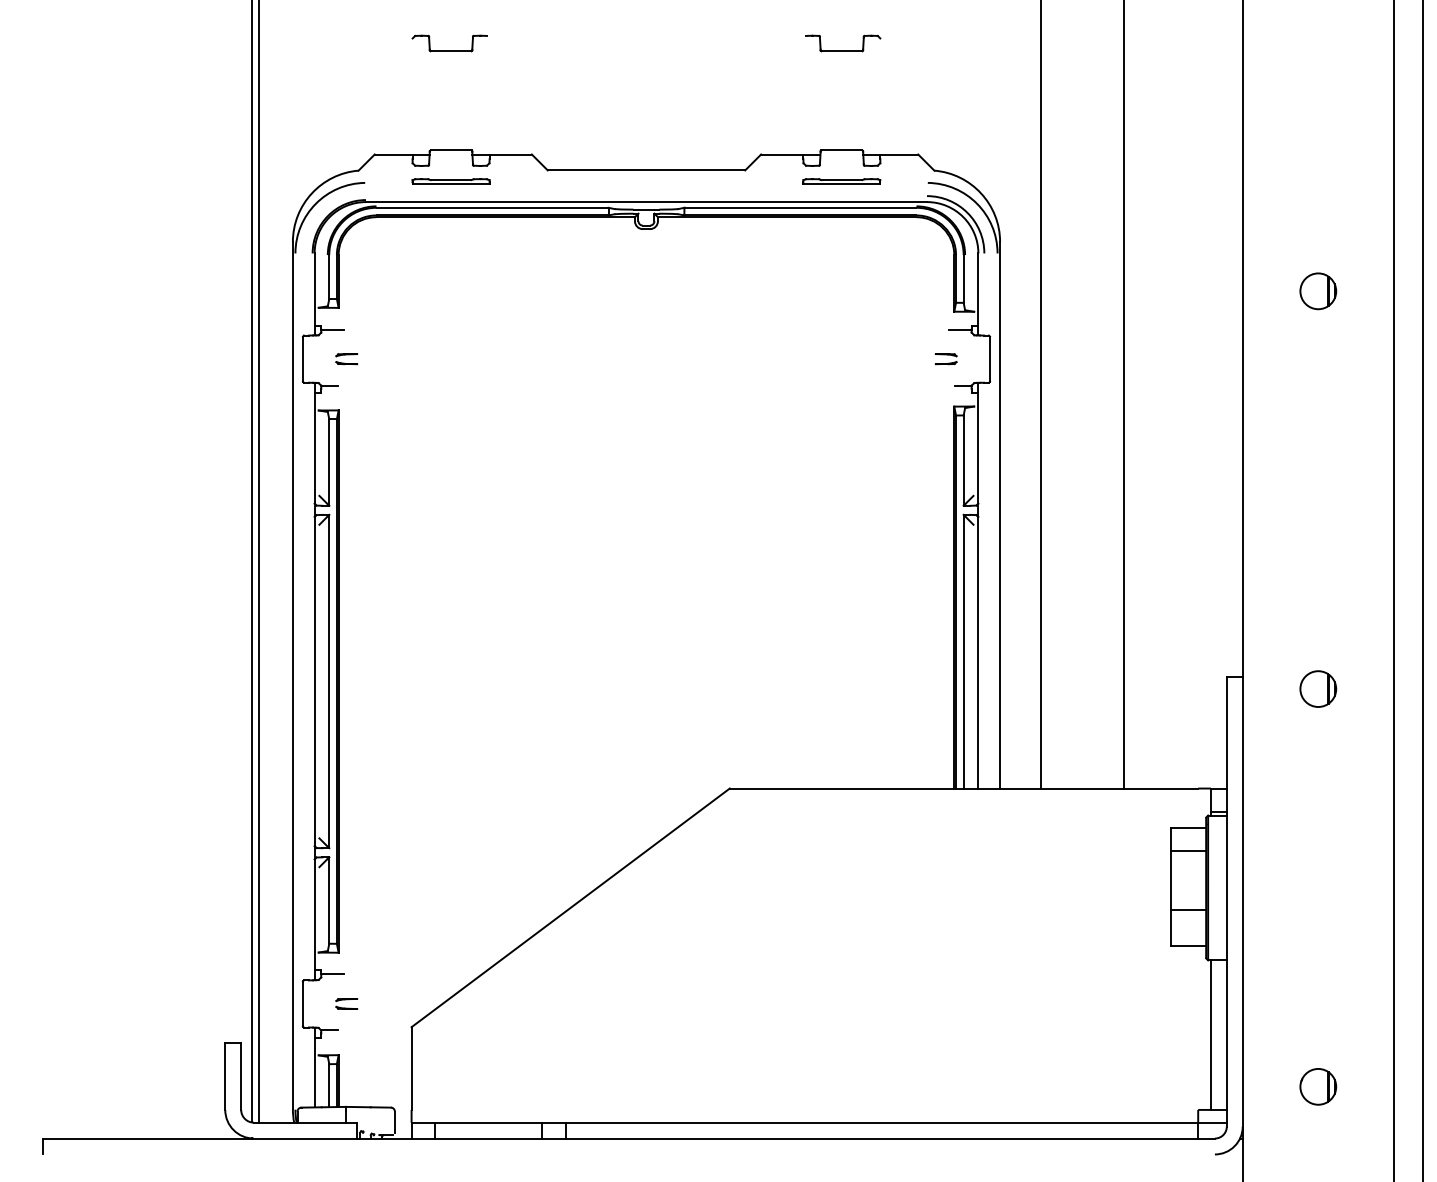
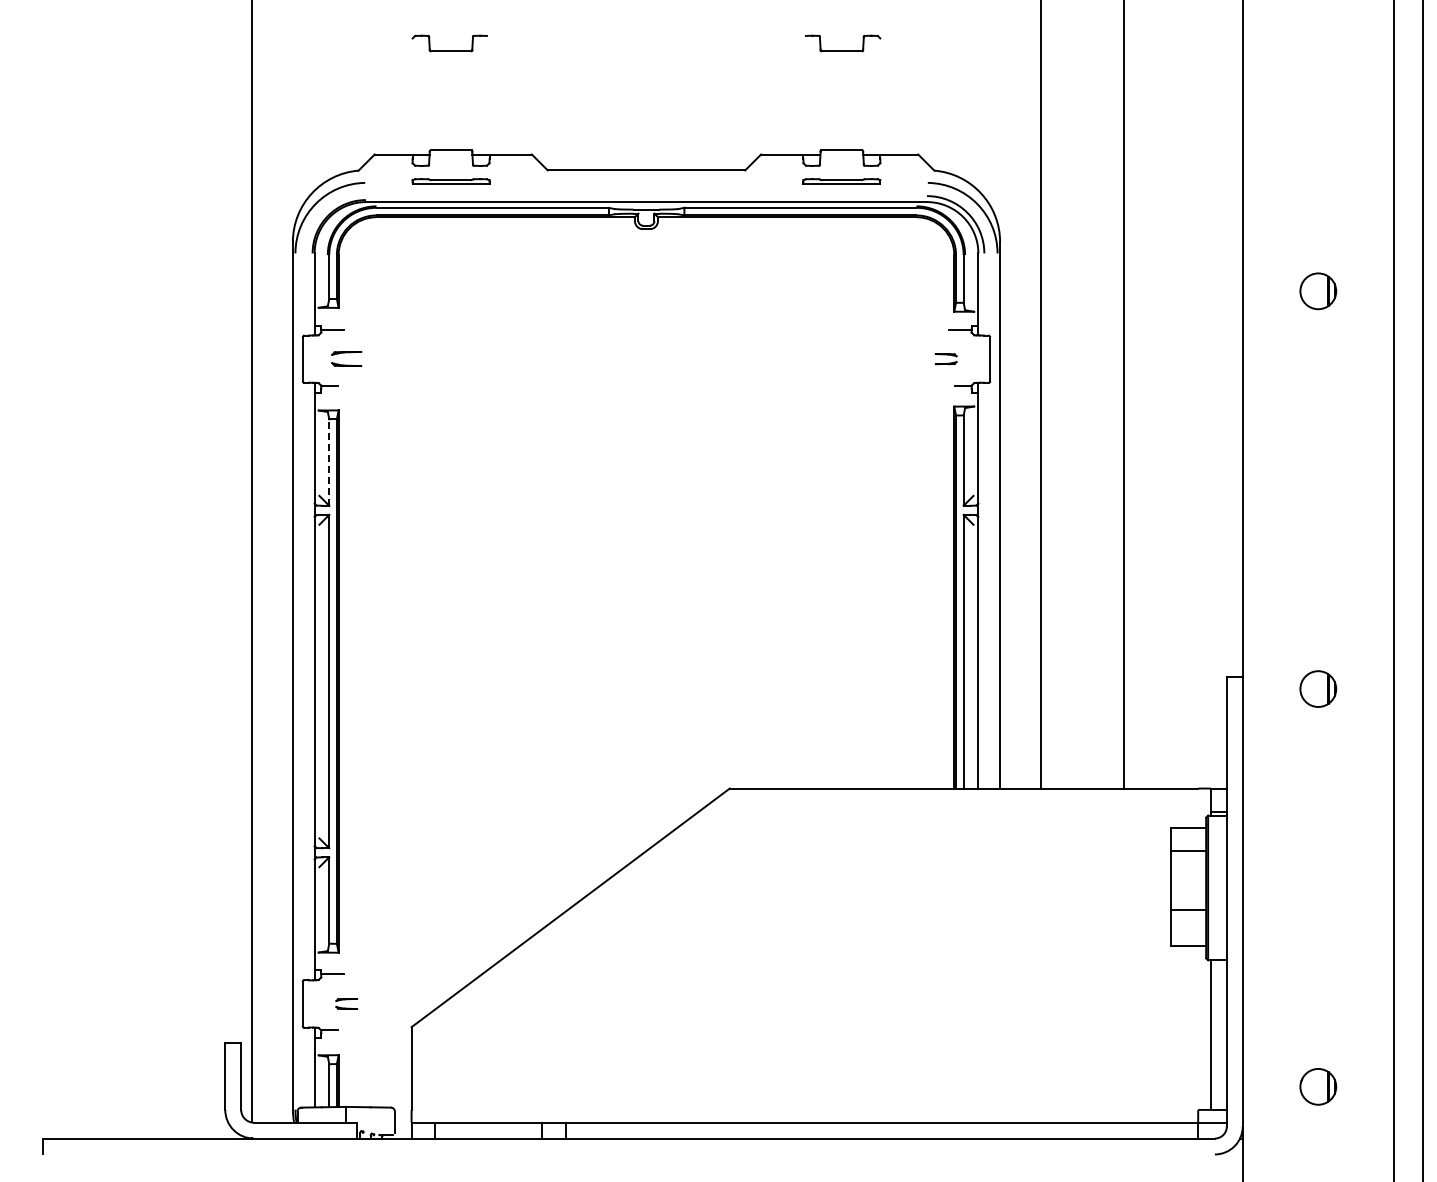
part at (346, 359) size: 24x13 px -> 32x16 px
line at (329, 462): solid -> dashed
line at (259, 562): present -> none
